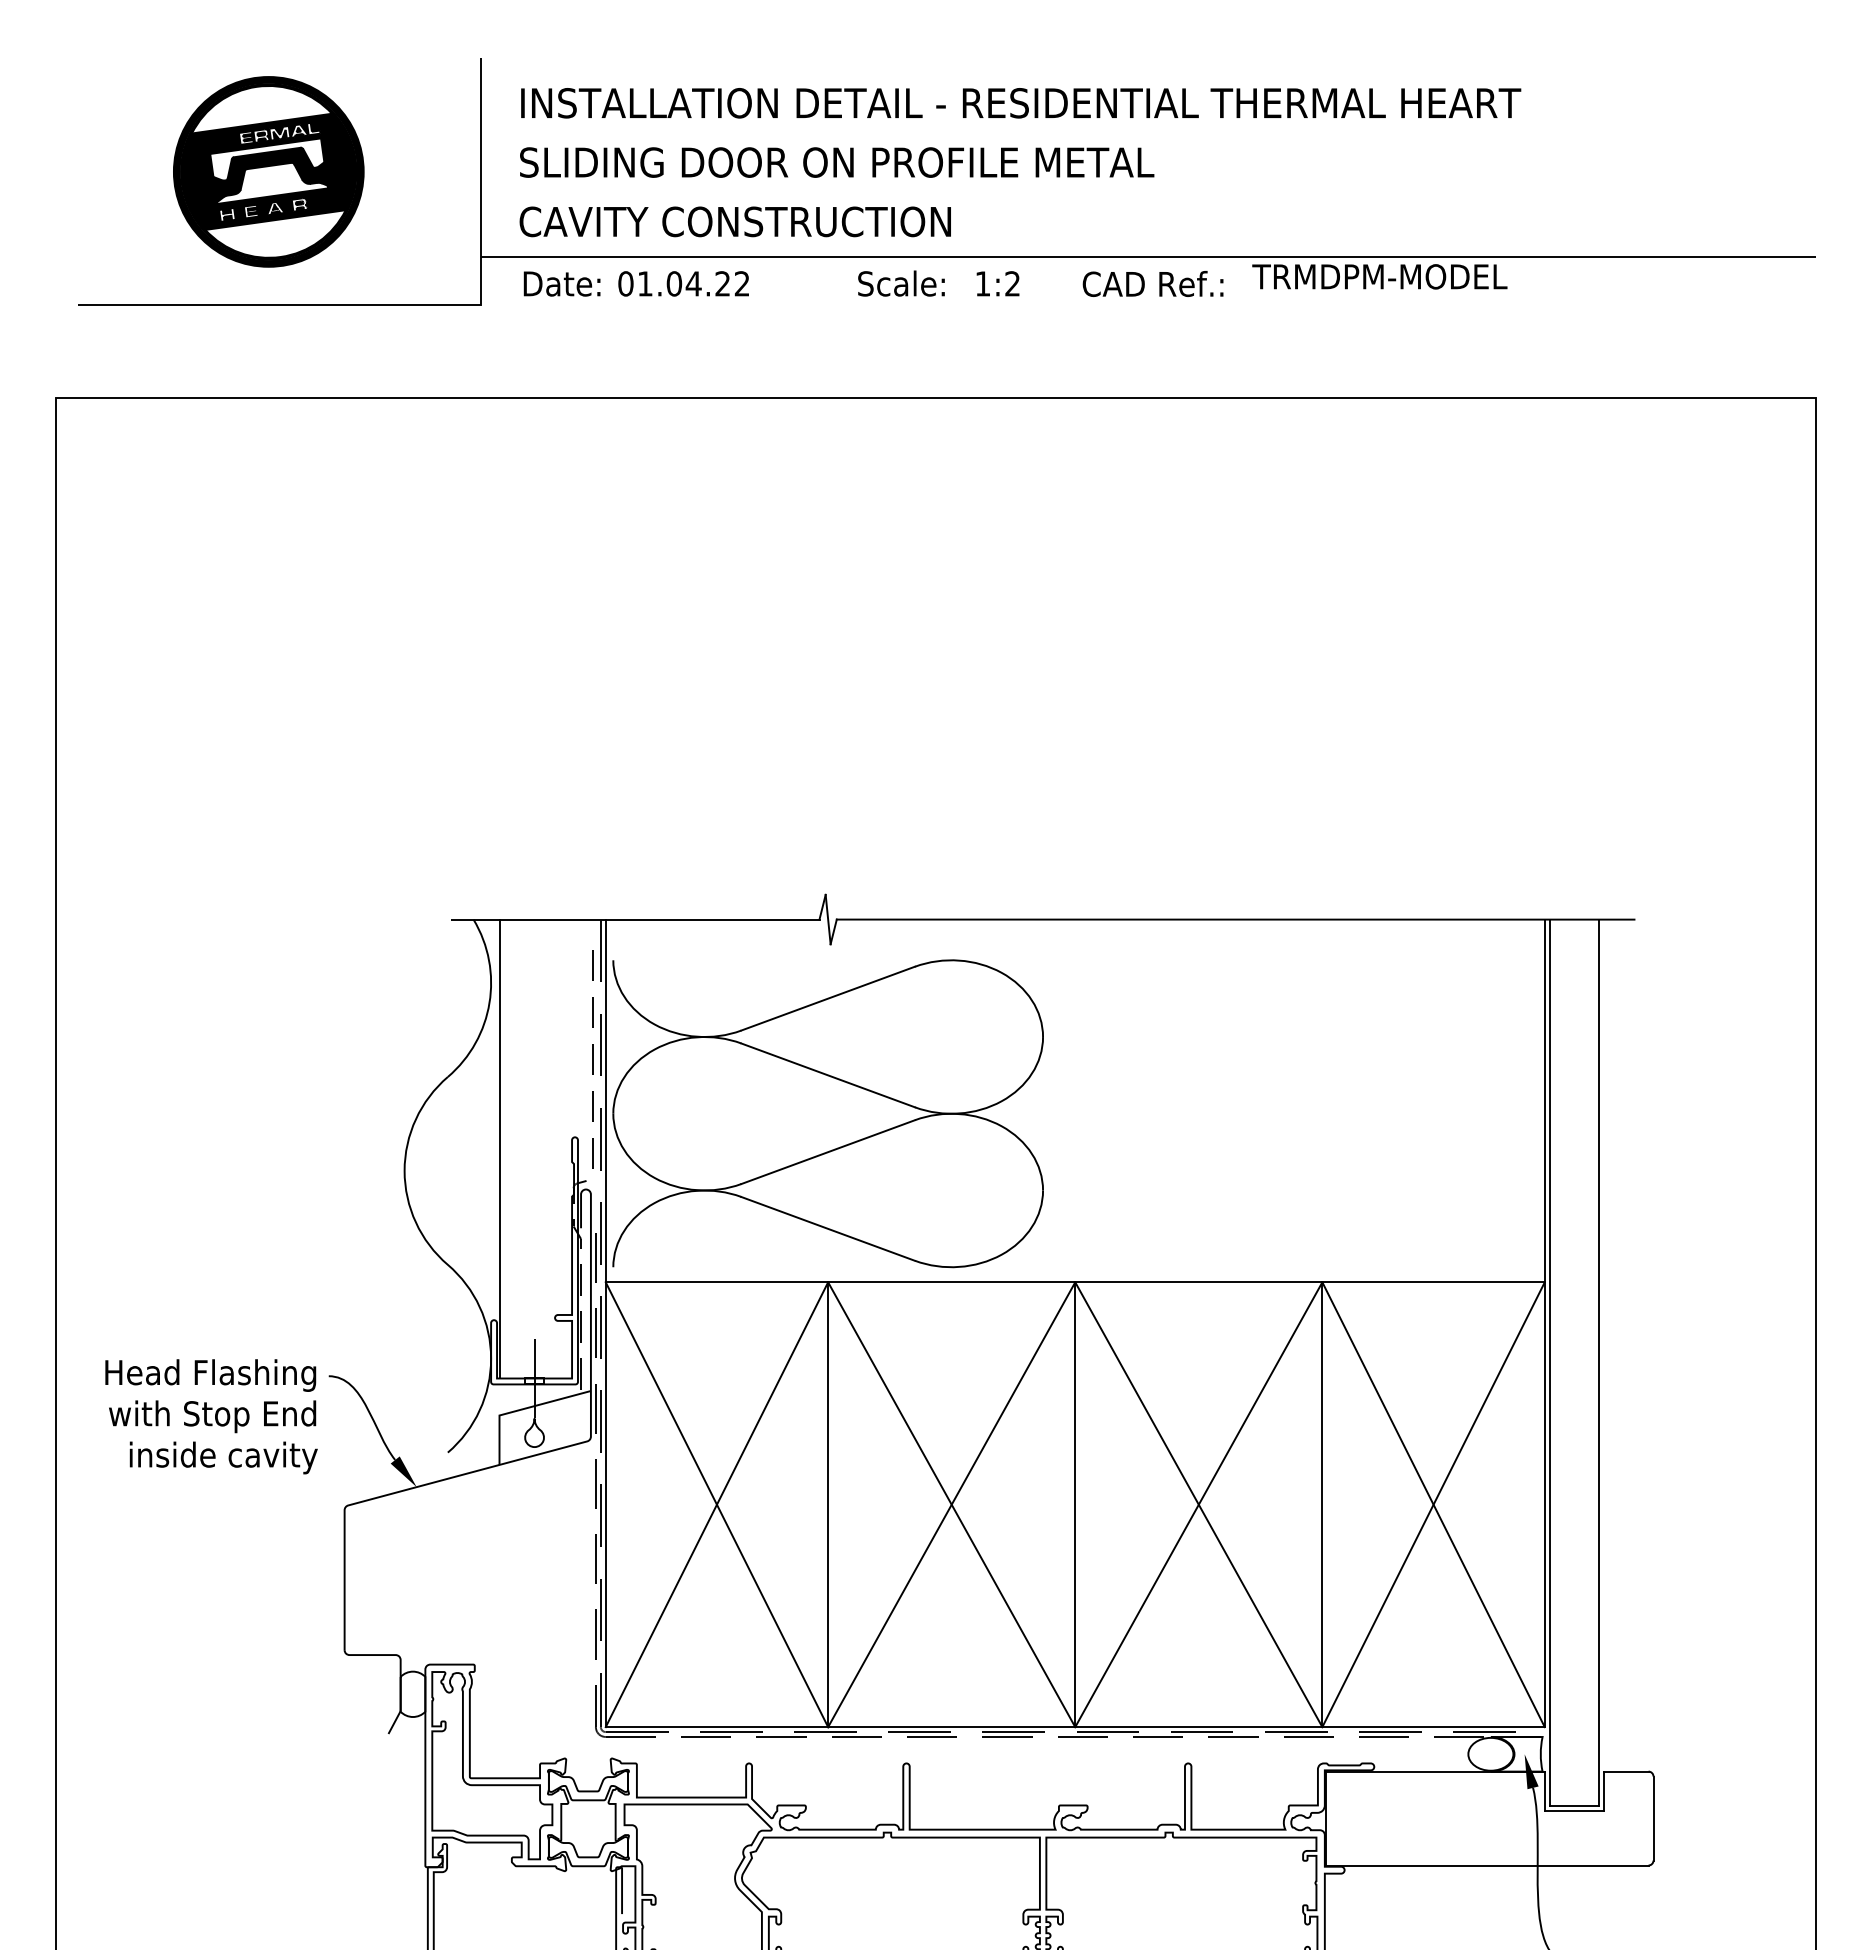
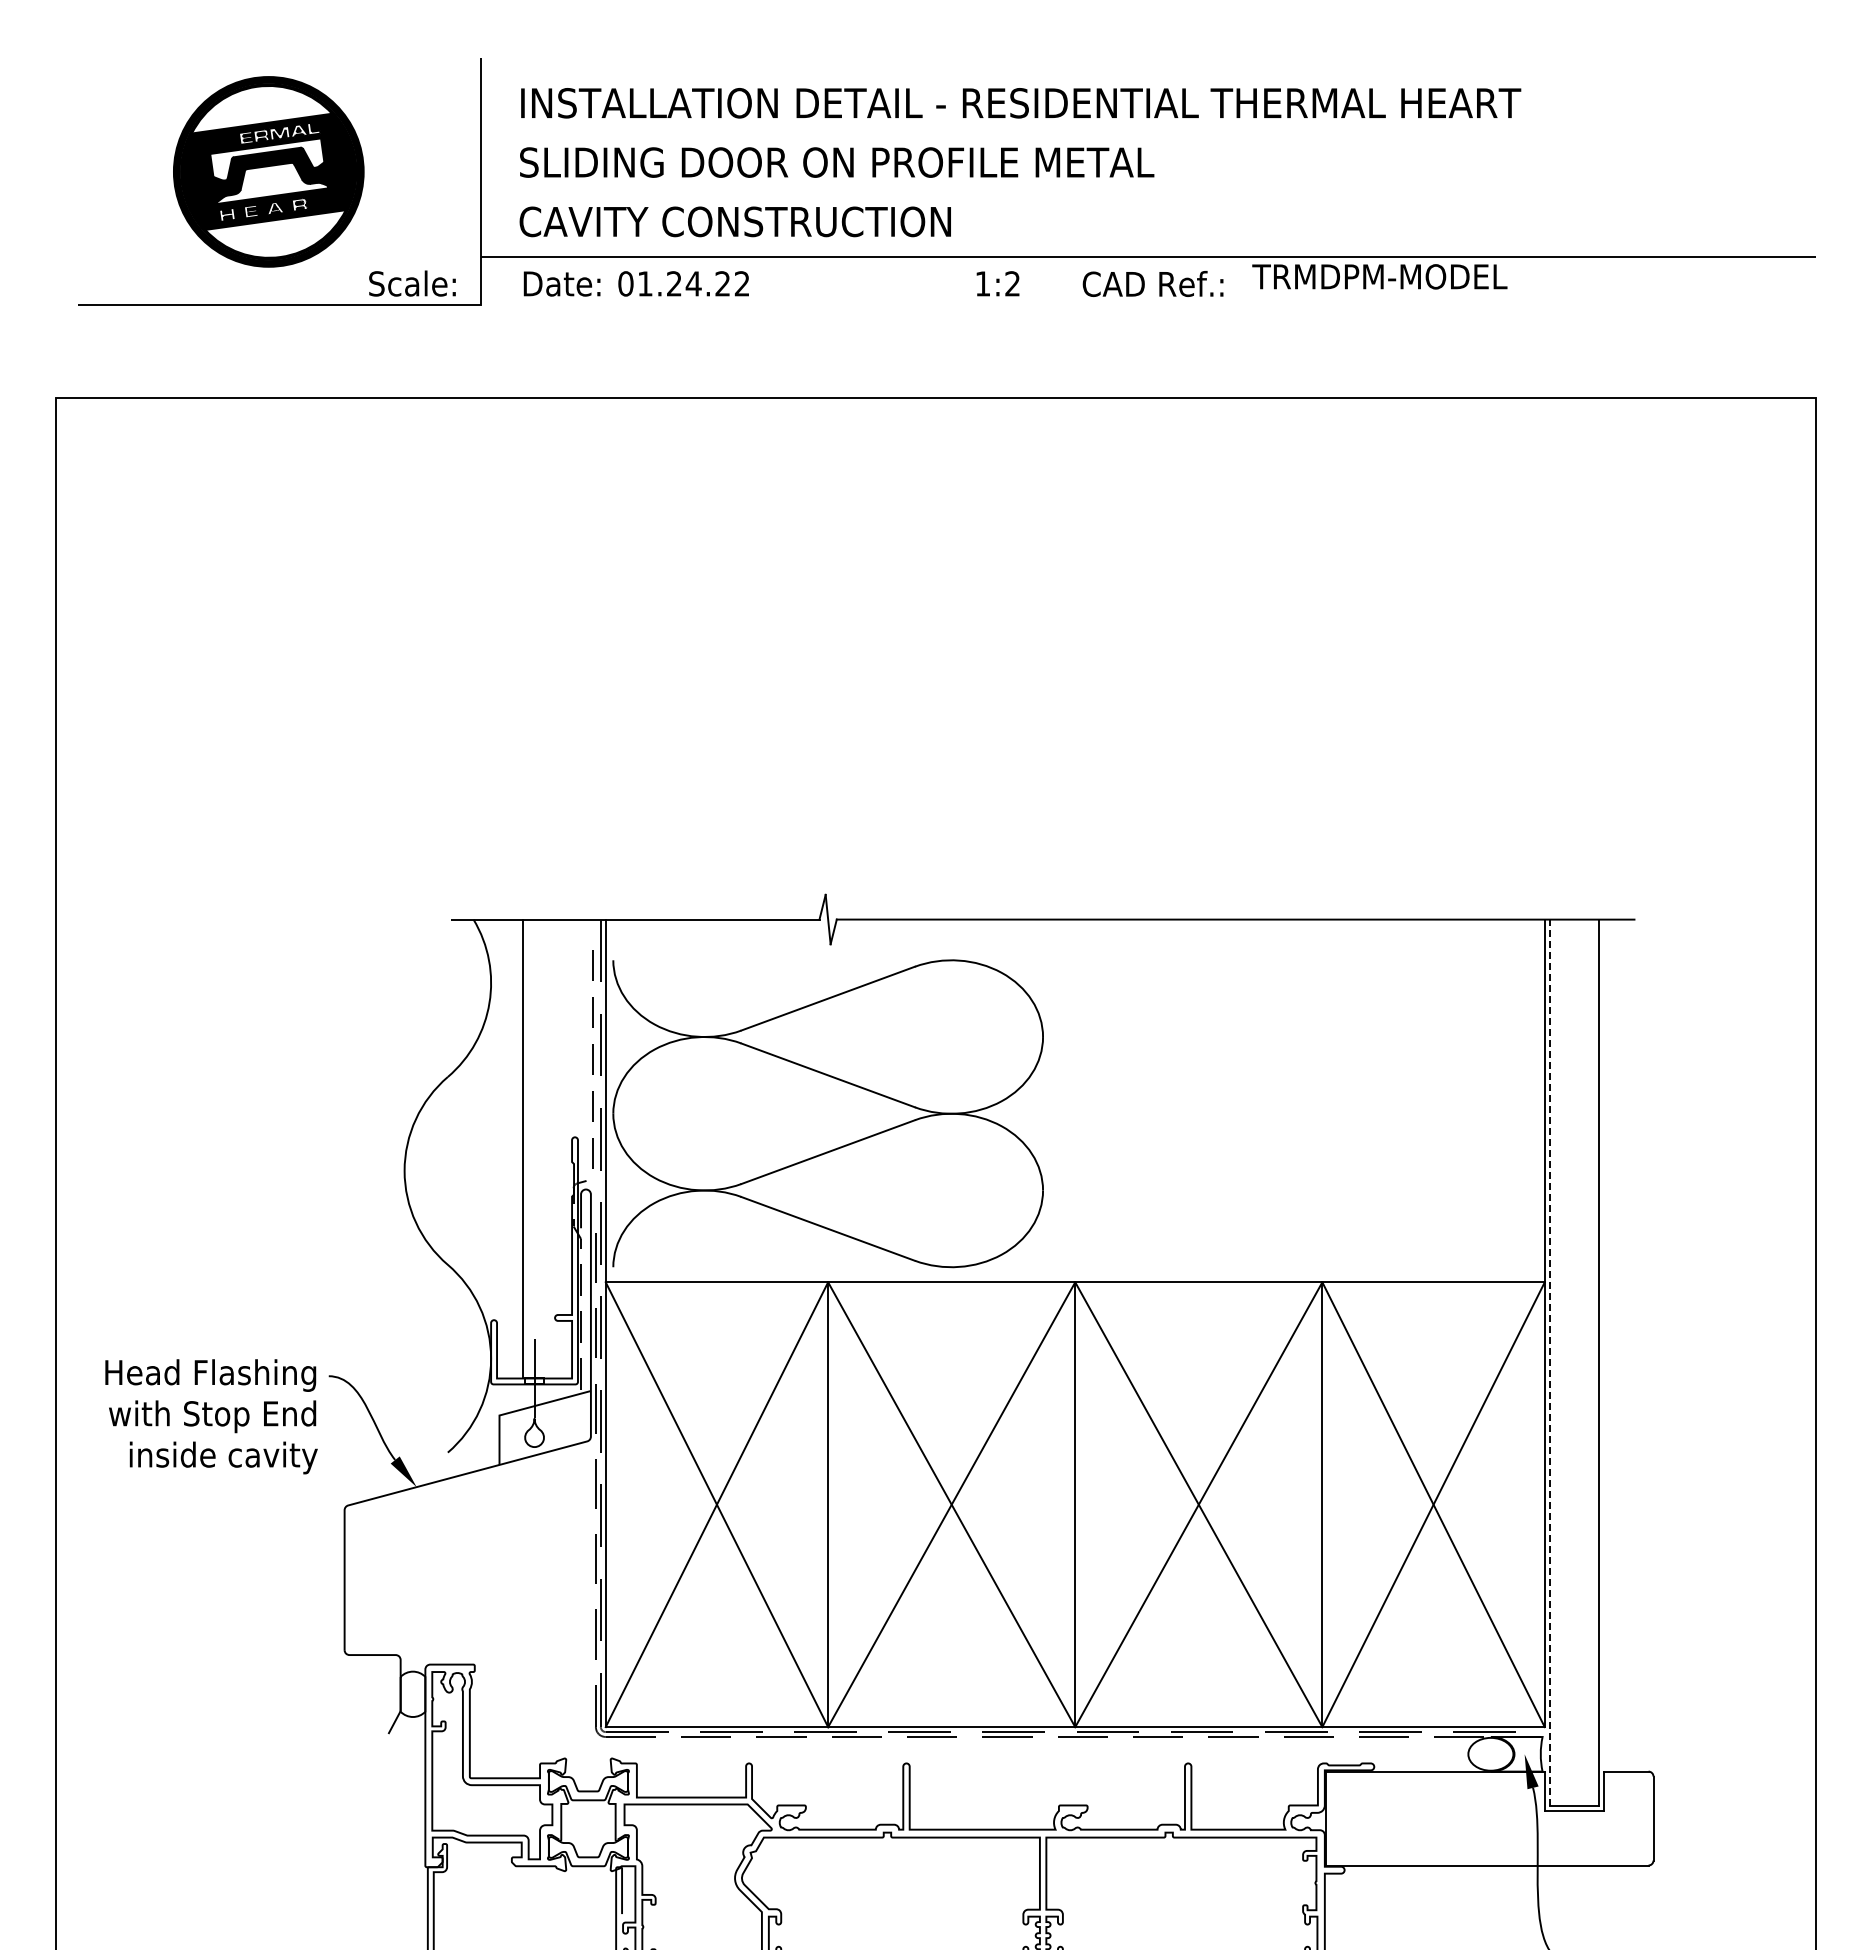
text at (674, 283): 01.04.22 -> 01.24.22
text at (901, 283) position: (901, 283) -> (412, 283)
line at (499, 1148) position: (499, 1148) -> (522, 1148)
line at (1549, 1362): solid -> dashed
